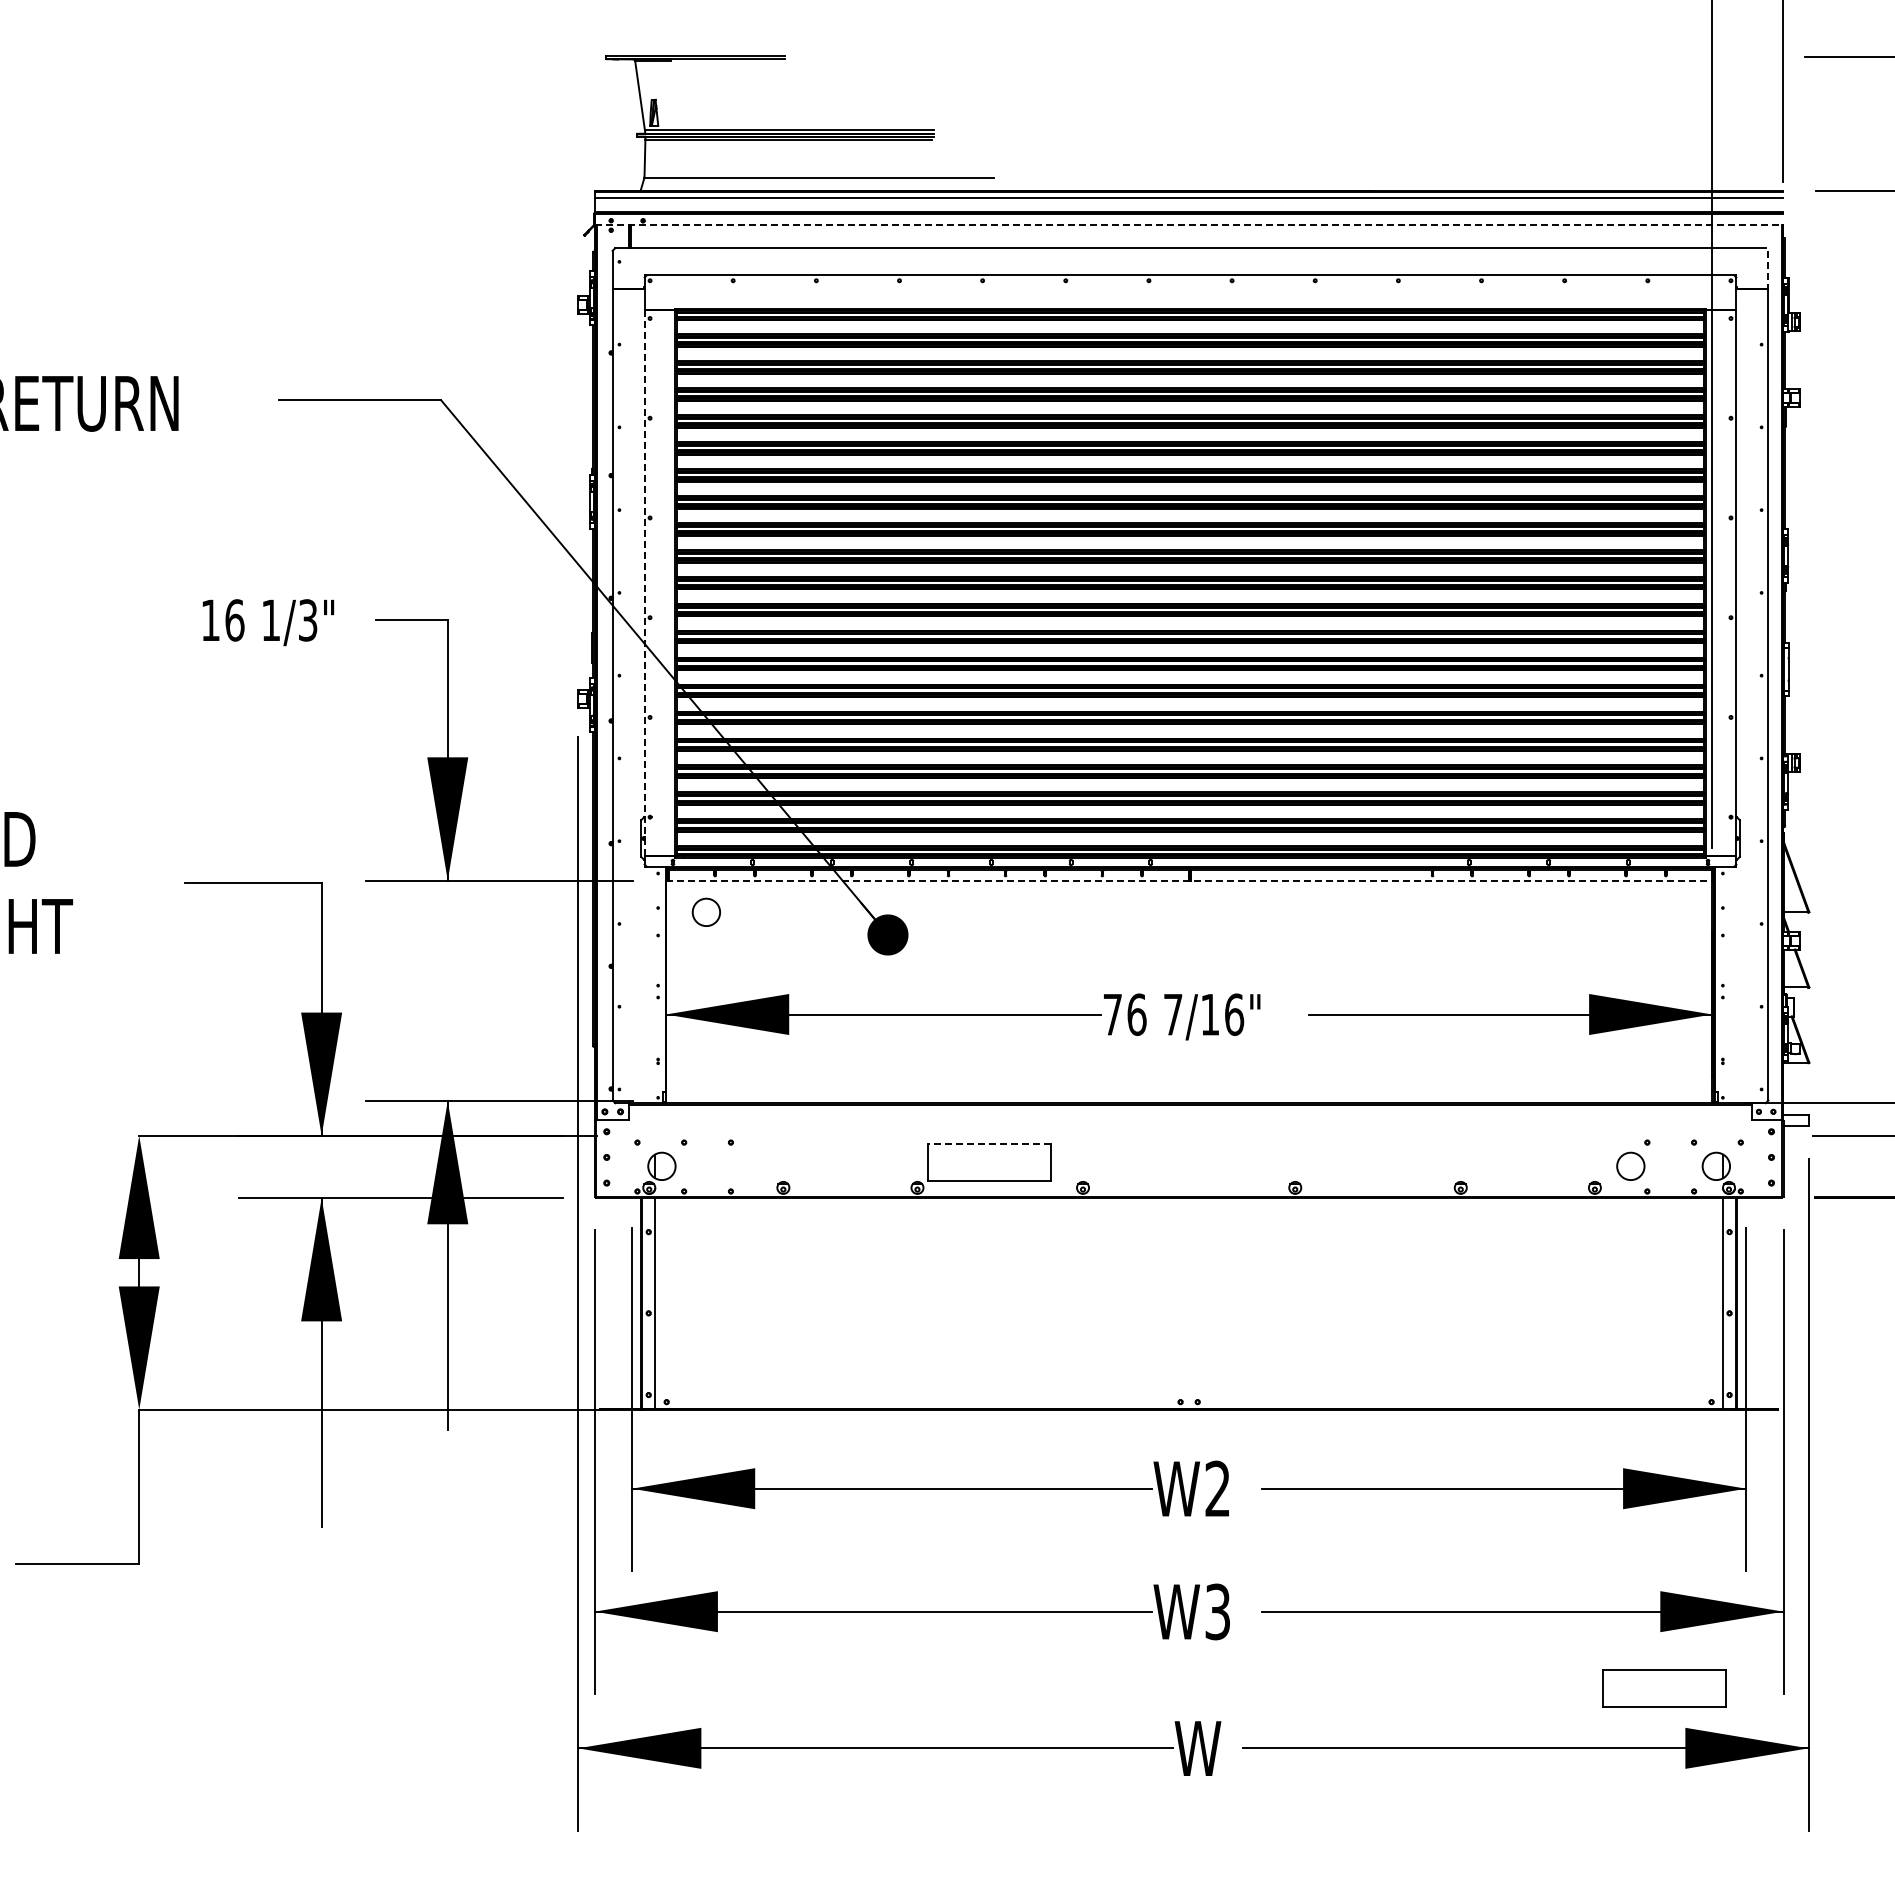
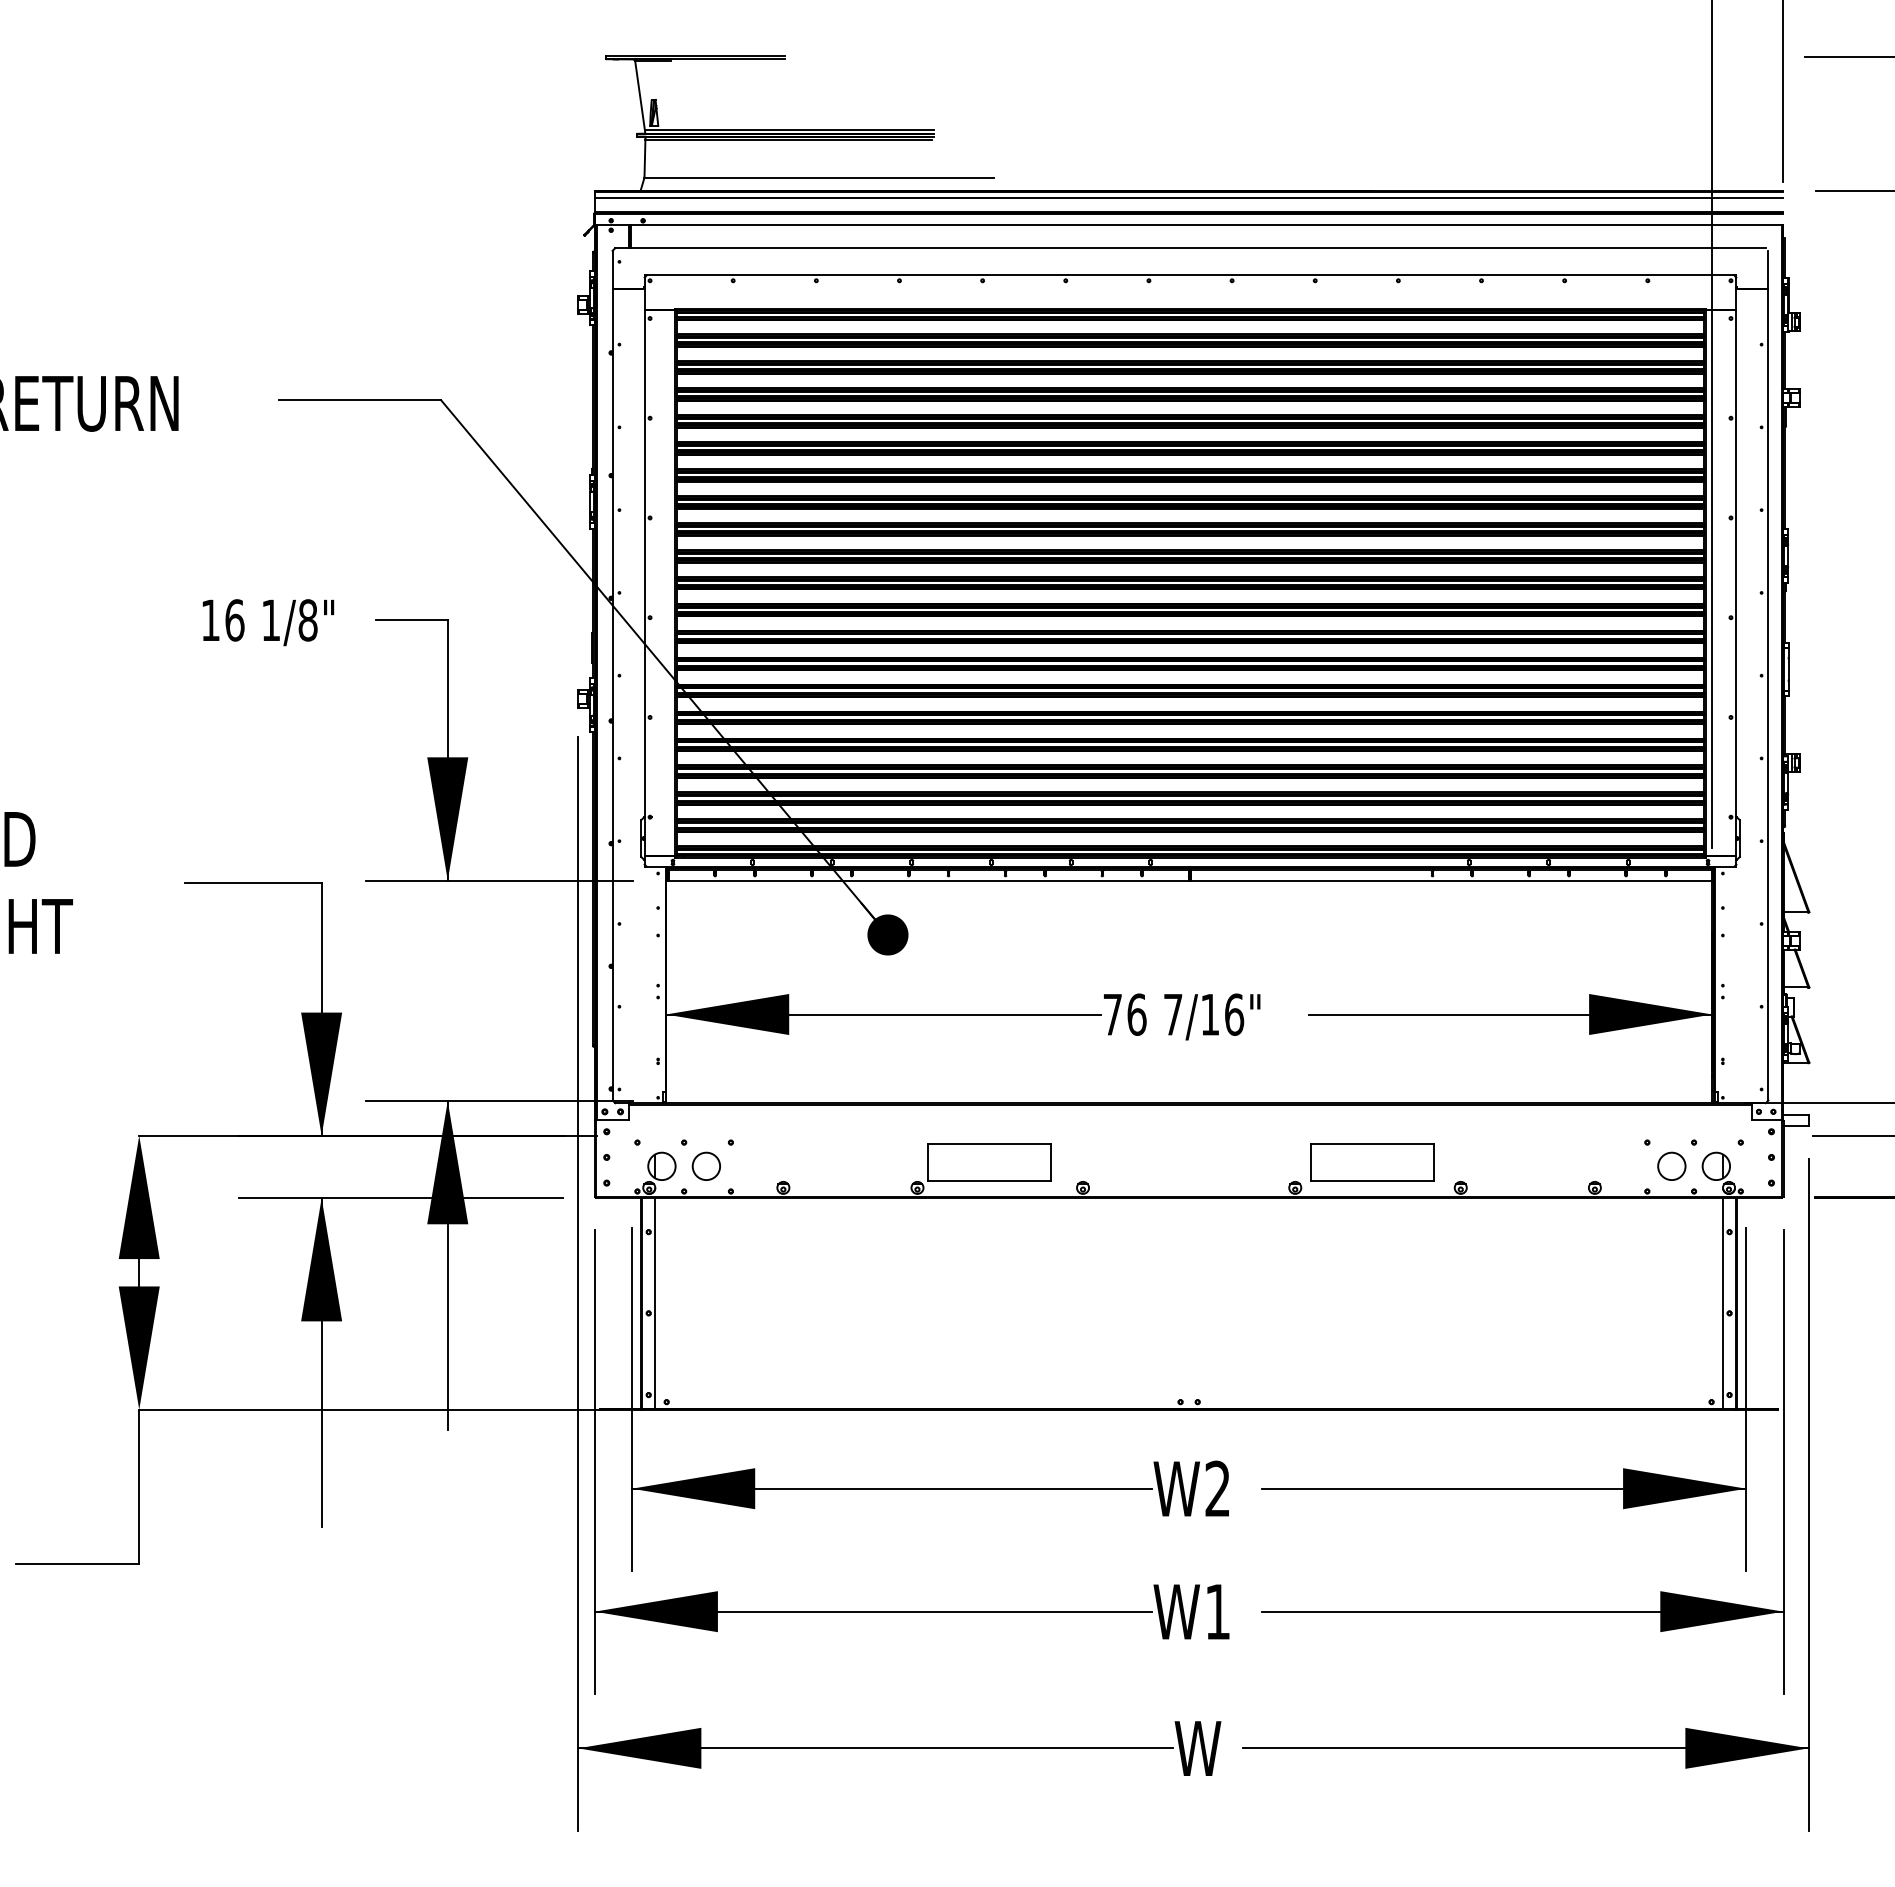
line at (1189, 224): dashed -> solid
line at (1768, 270): dashed -> solid
line at (644, 583): dashed -> solid
text at (307, 620): 1/3" -> 1/8"
line at (1189, 880): dashed -> solid
circle at (705, 911) position: (705, 911) -> (705, 1165)
line at (989, 1143): dashed -> solid
circle at (1630, 1165) position: (1630, 1165) -> (1671, 1165)
text at (1217, 1611): W3 -> W1
part at (1664, 1688) position: (1664, 1688) -> (1372, 1162)
